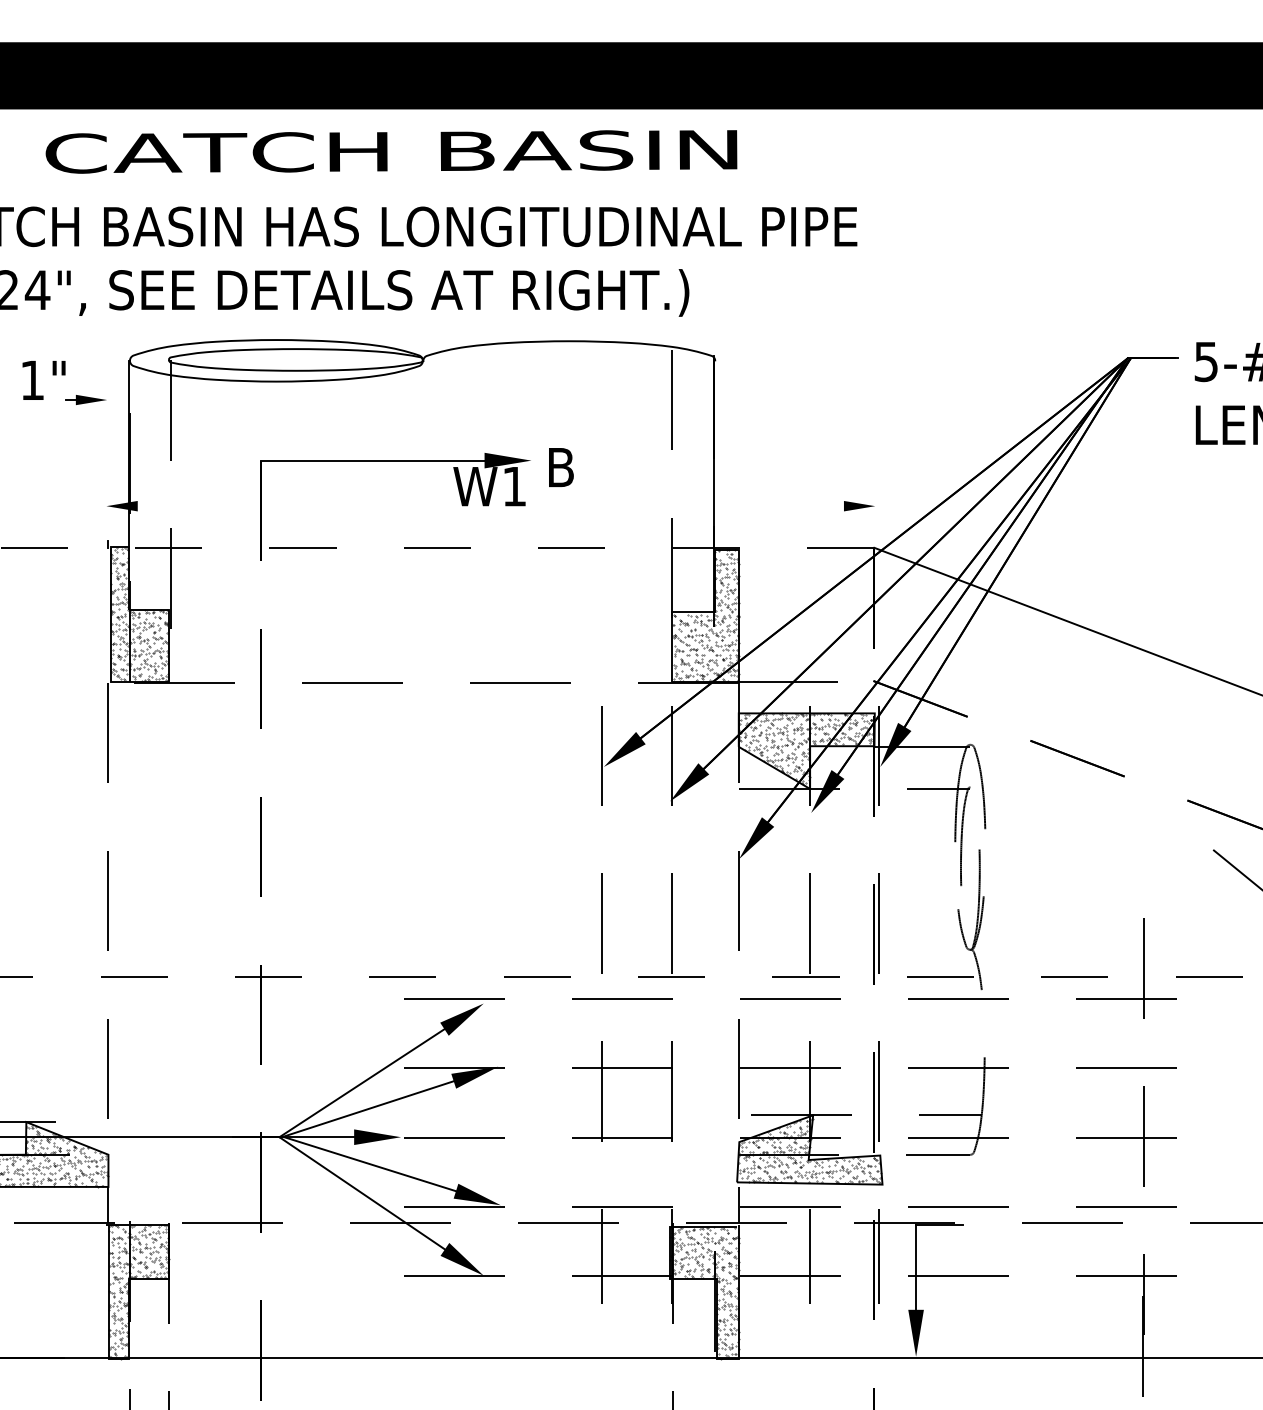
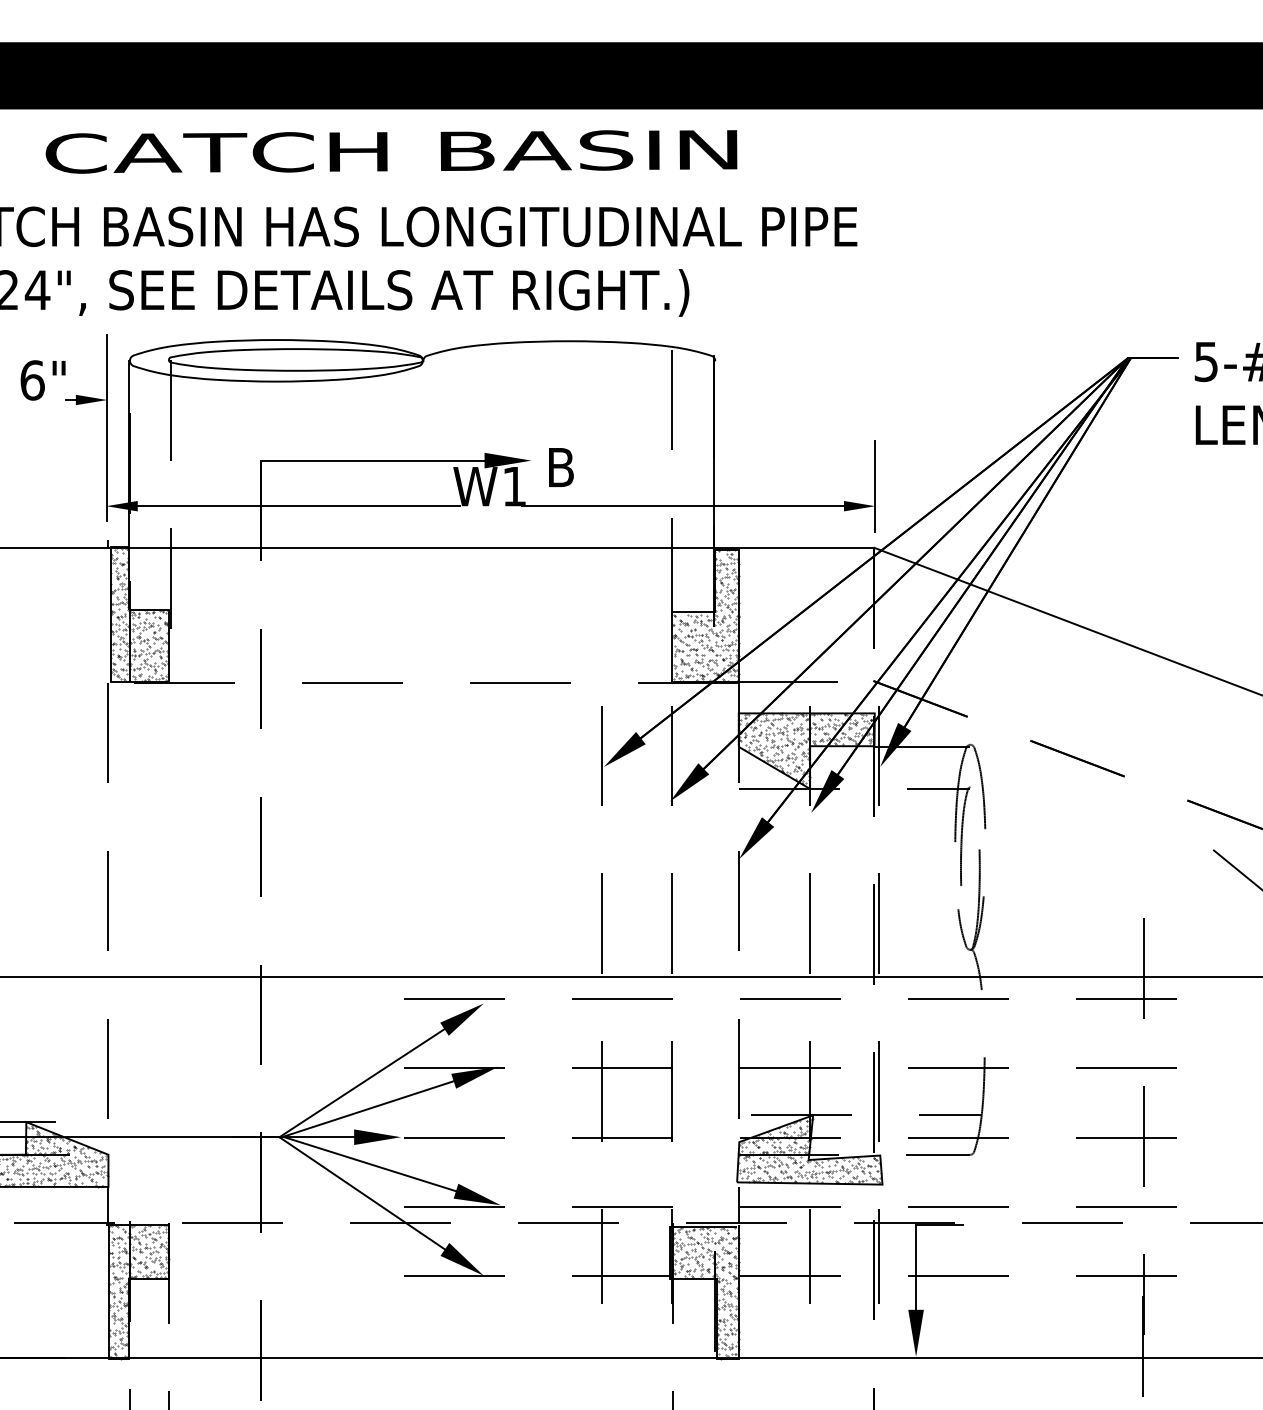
text at (32, 380): 1" -> 6"
line at (107, 427): none -> present
line at (875, 486): none -> present
line at (298, 506): none -> present
line at (682, 506): none -> present
line at (437, 547): dashed -> solid
line at (632, 977): dashed -> solid
